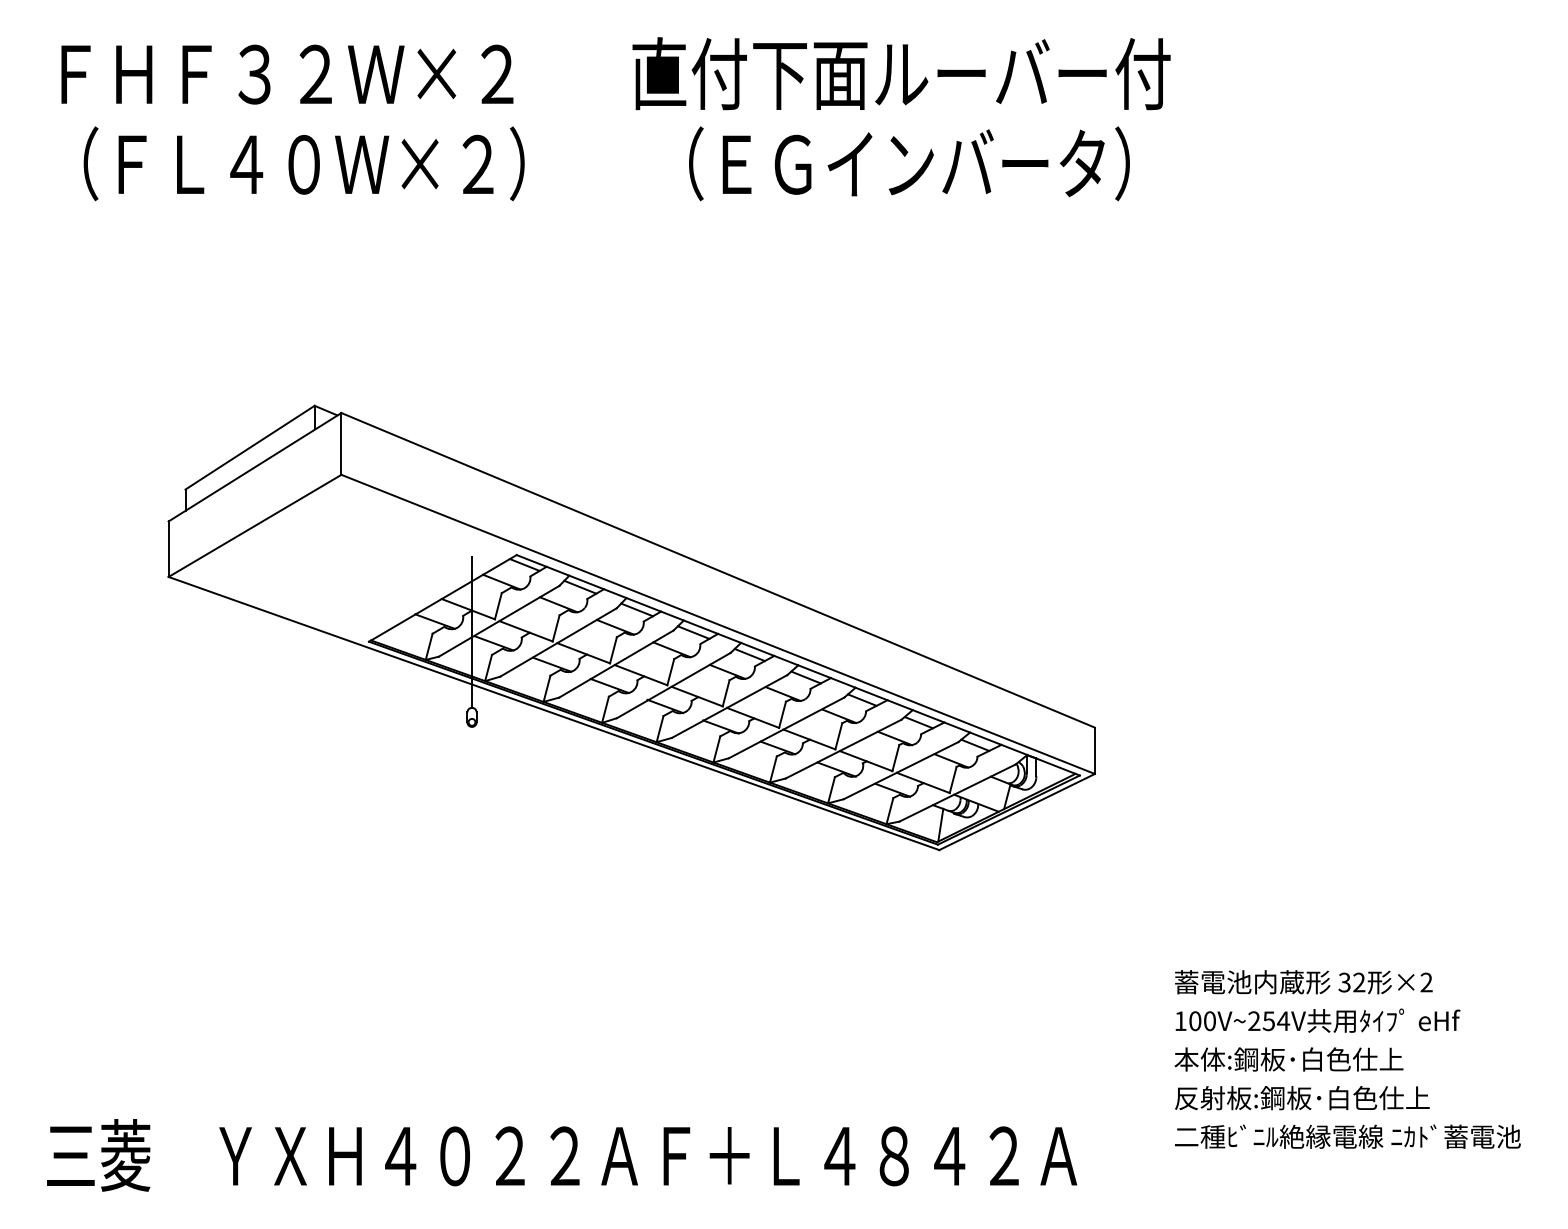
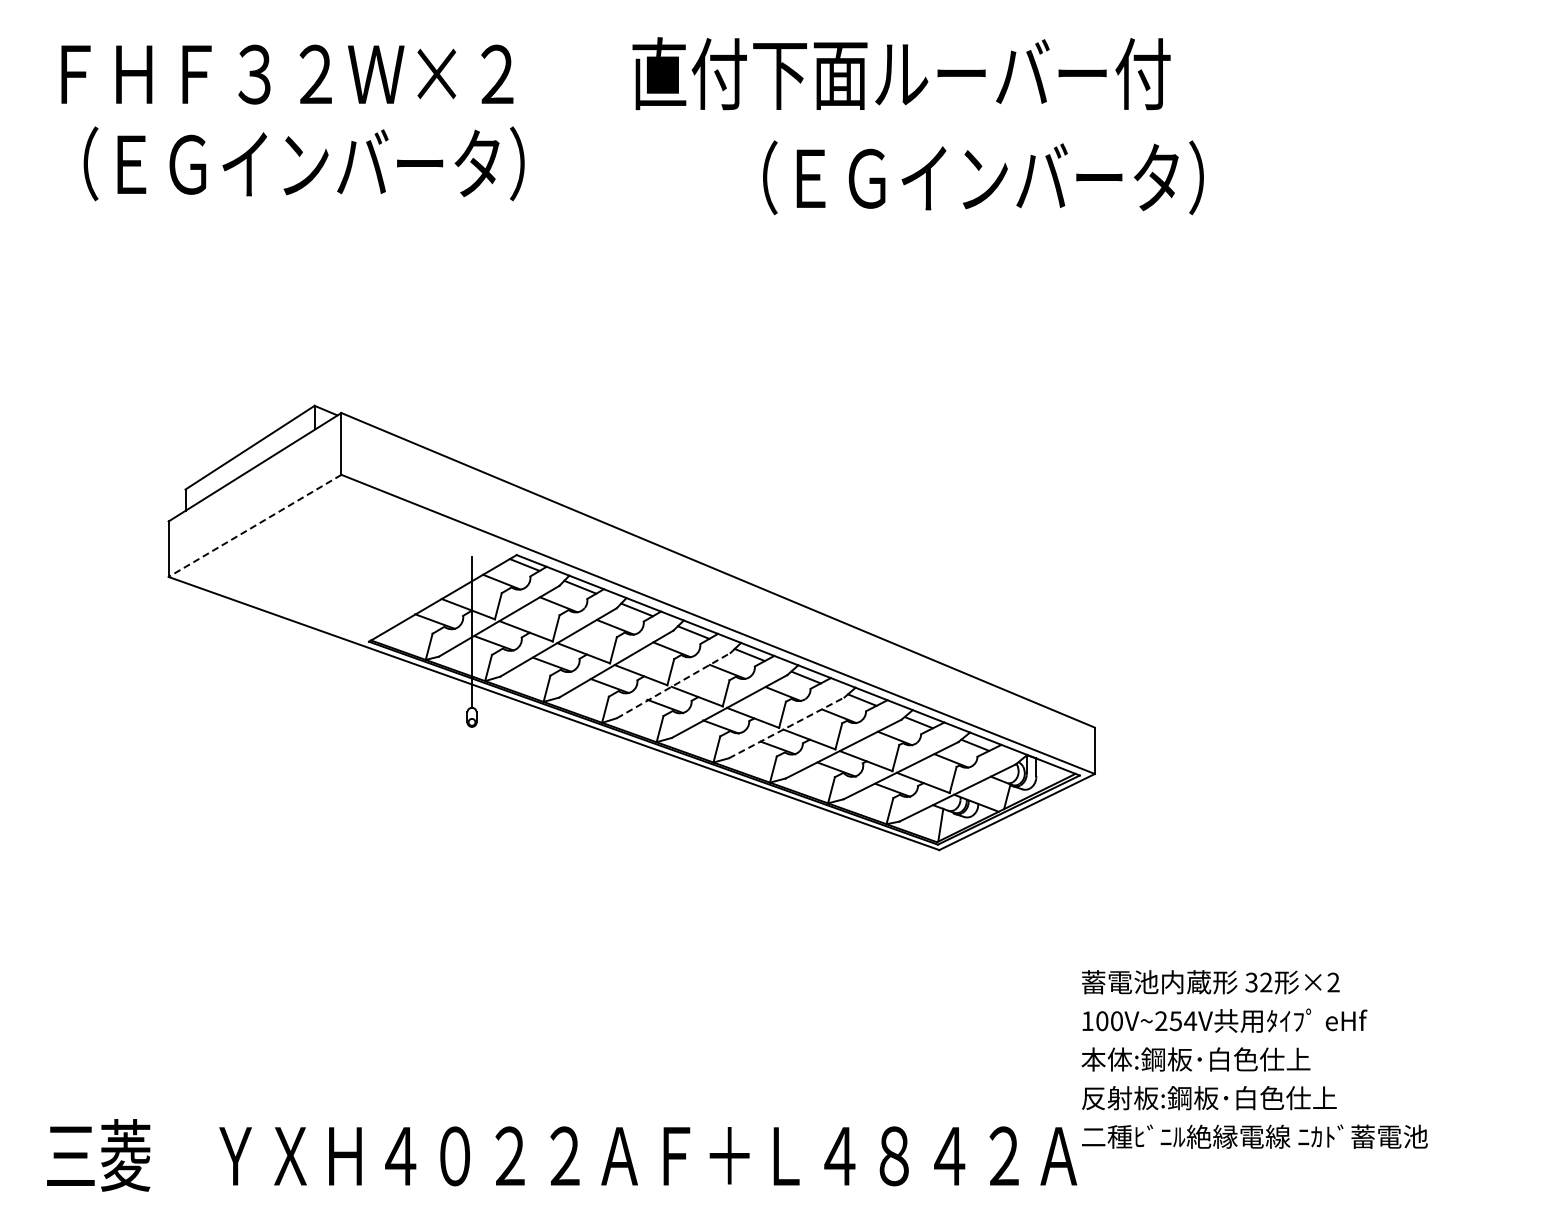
text at (308, 163): （ＦＬ４０Ｗ×２） -> （ＥＧインバータ）
text at (909, 163) position: (909, 163) -> (983, 177)
line at (254, 526): solid -> dashed
line at (673, 685): solid -> dashed
line at (787, 727): solid -> dashed
text at (1347, 1059) position: (1347, 1059) -> (1254, 1059)
